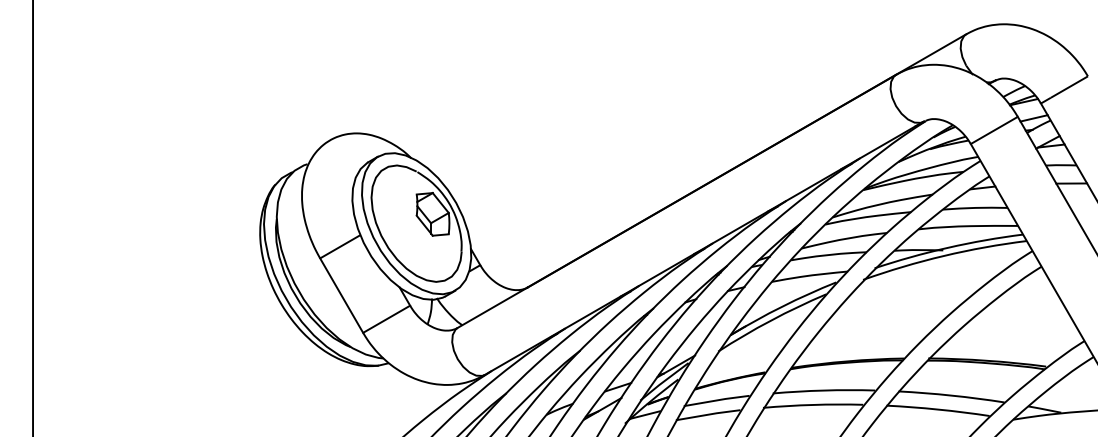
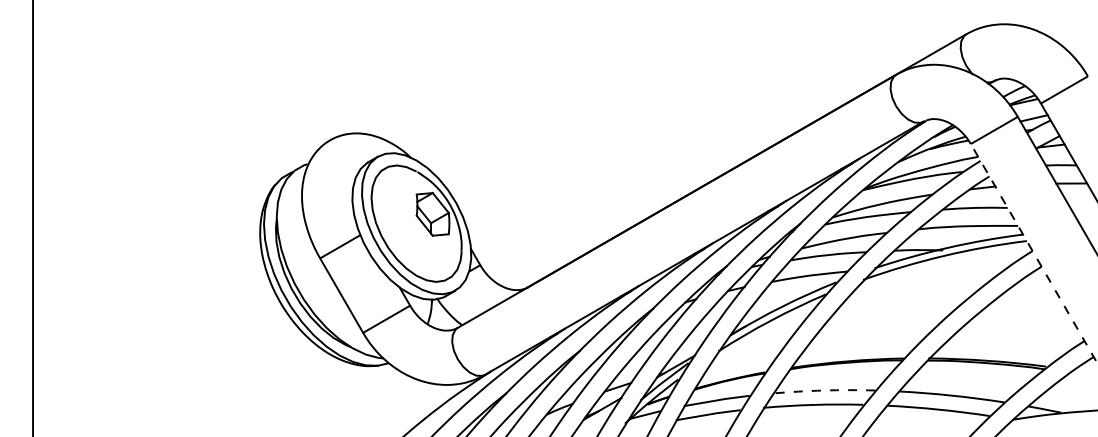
line at (1034, 254): solid -> dashed
arc at (823, 390): solid -> dashed
